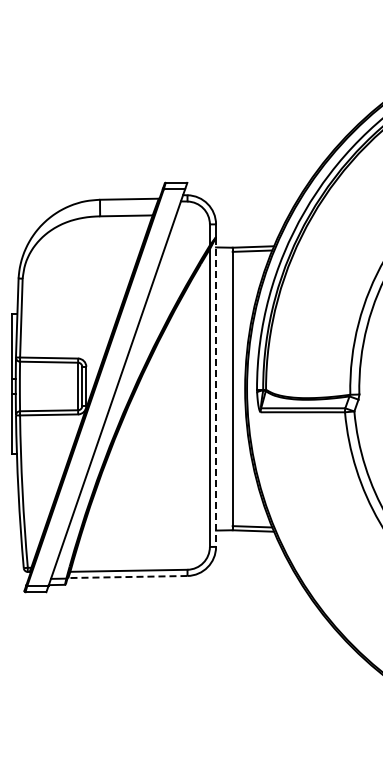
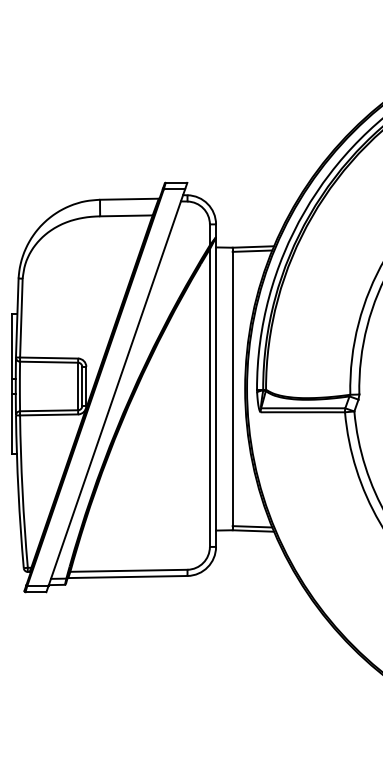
line at (216, 392): dashed -> solid
line at (127, 577): dashed -> solid
